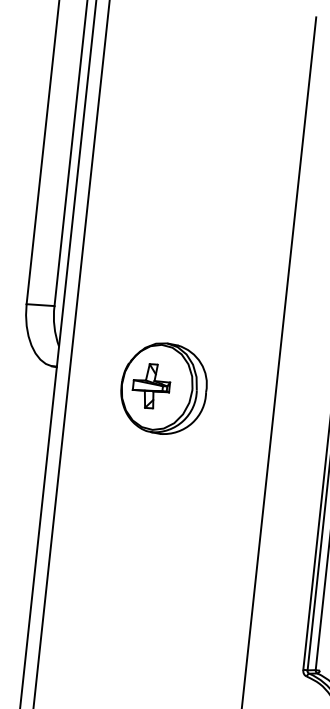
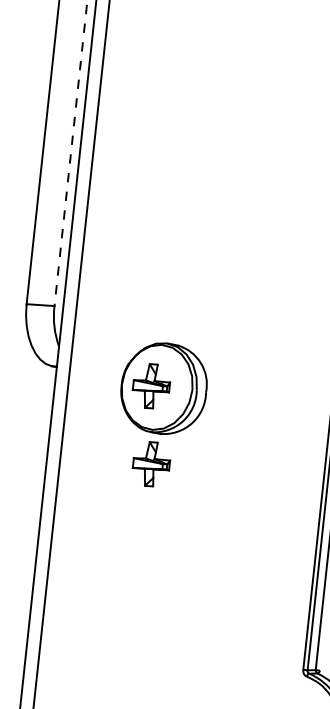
line at (70, 153): solid -> dashed
line at (279, 361): present -> none
part at (151, 464): none -> present
